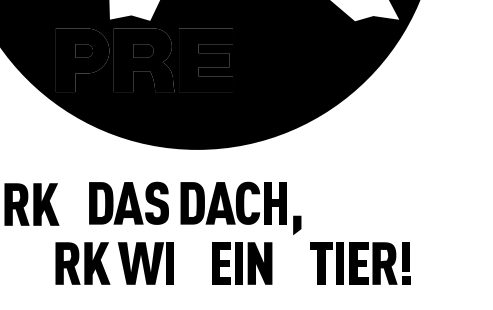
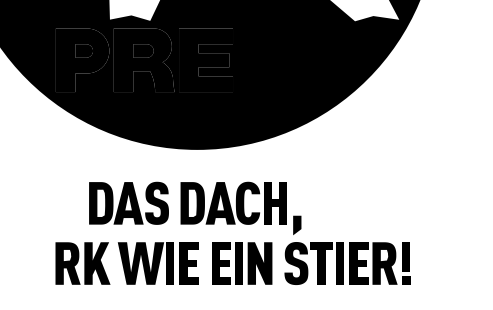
part at (31, 204): present -> none
fill at (188, 263): none -> present
fill at (296, 263): none -> present
